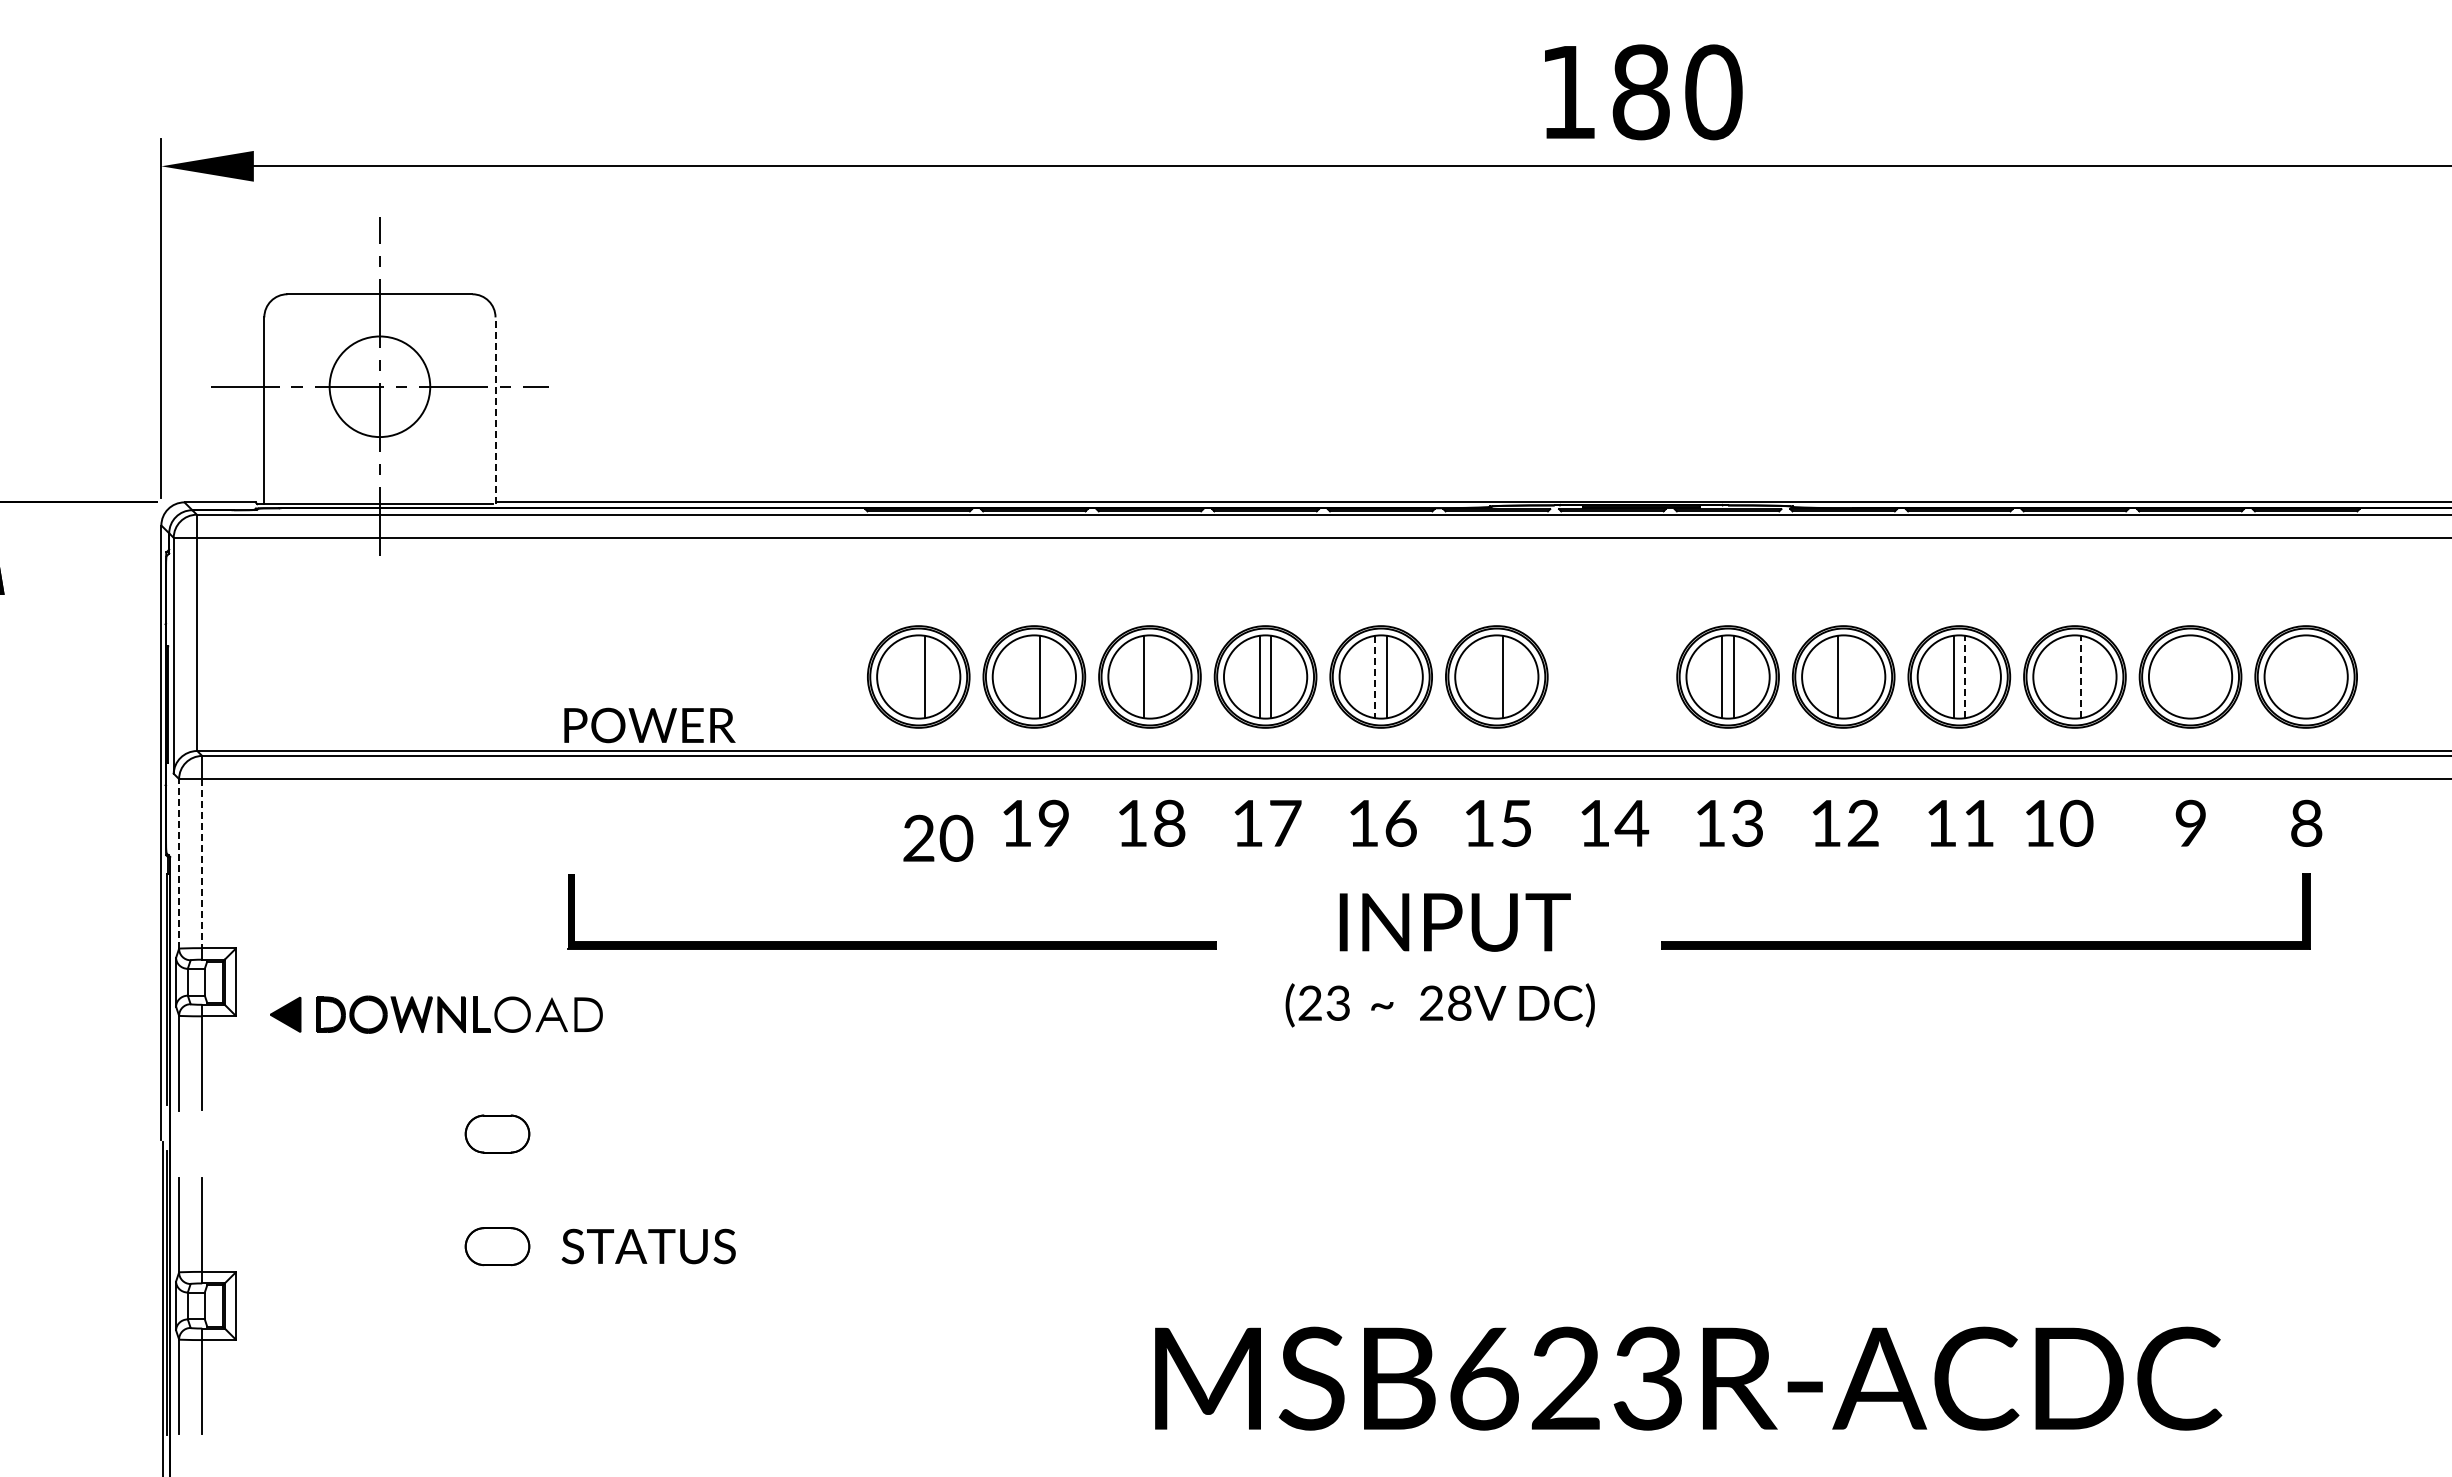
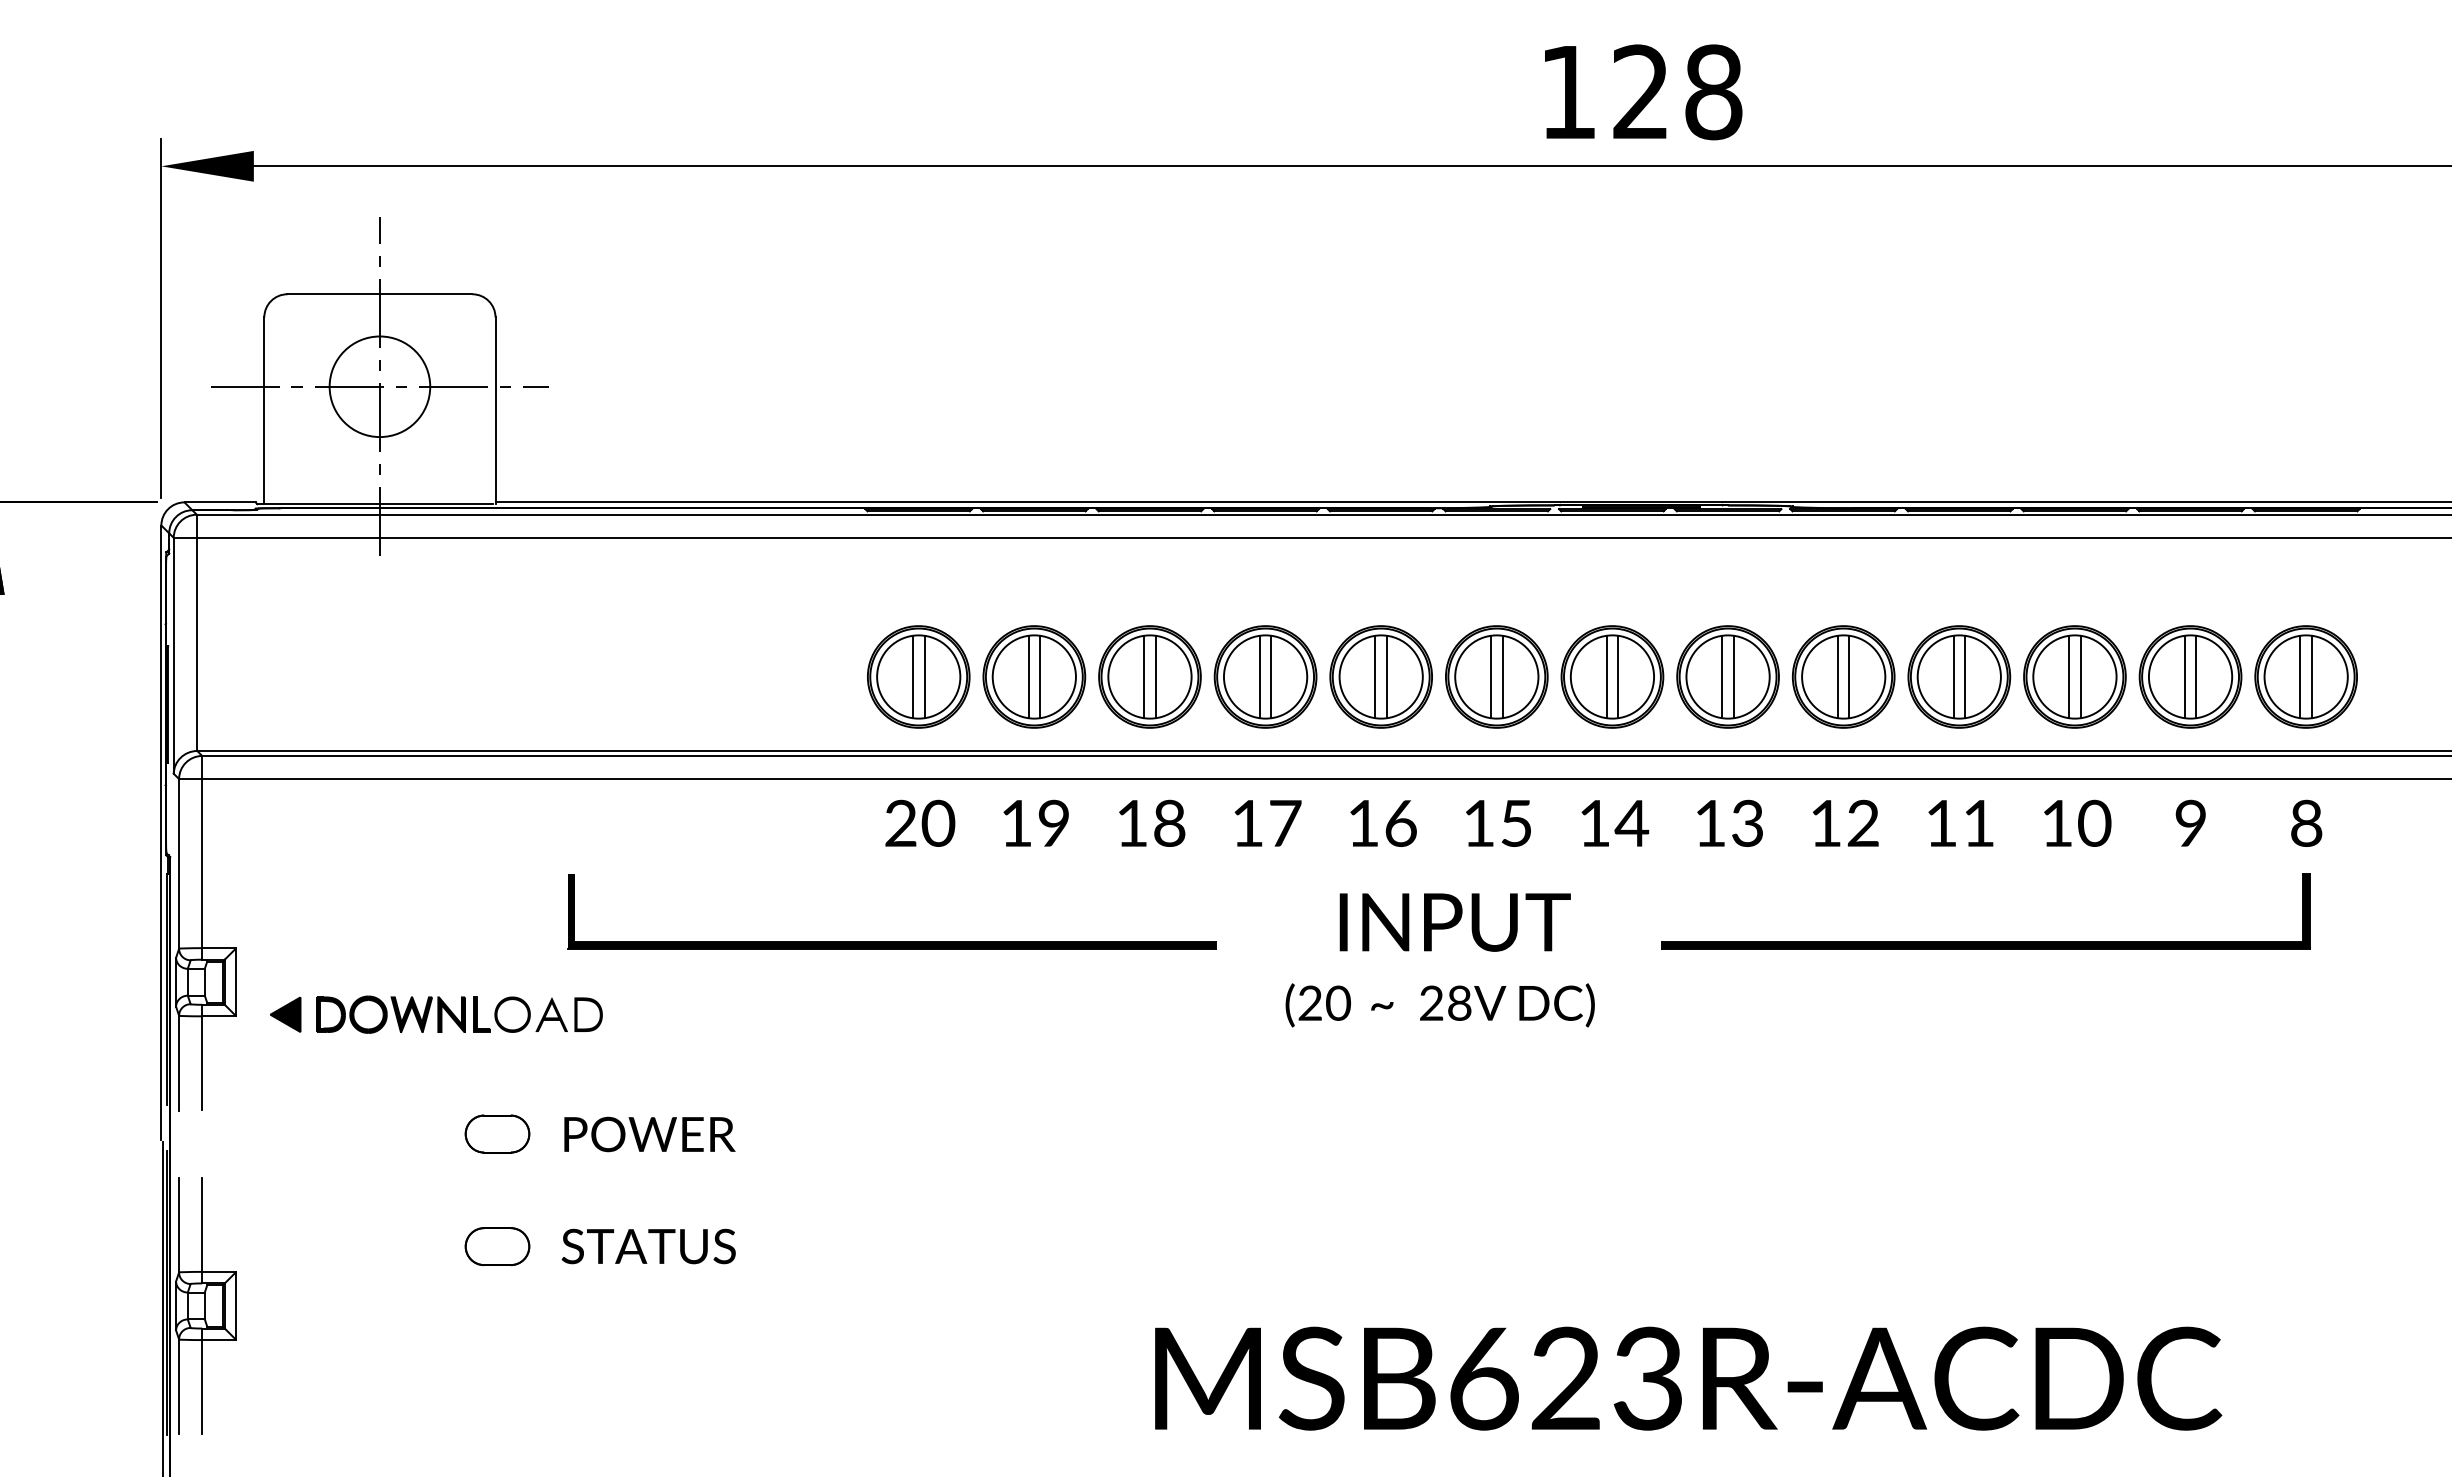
text at (1677, 92): 180 -> 128
line at (495, 410): dashed -> solid
line at (912, 676): none -> present
line at (1028, 676): none -> present
line at (1155, 676): none -> present
line at (1491, 676): none -> present
part at (1612, 676): none -> present
line at (1849, 676): none -> present
line at (1965, 676): dashed -> solid
line at (2069, 676): none -> present
line at (2080, 676): dashed -> solid
line at (2184, 676): none -> present
line at (2196, 676): none -> present
line at (2300, 676): none -> present
line at (2311, 676): none -> present
line at (1375, 677): dashed -> solid
text at (649, 725) position: (649, 725) -> (649, 1134)
text at (2059, 822) position: (2059, 822) -> (2077, 822)
text at (938, 837) position: (938, 837) -> (920, 822)
line at (179, 863): dashed -> solid
line at (202, 863): dashed -> solid
text at (1338, 1002): (23 -> (20
